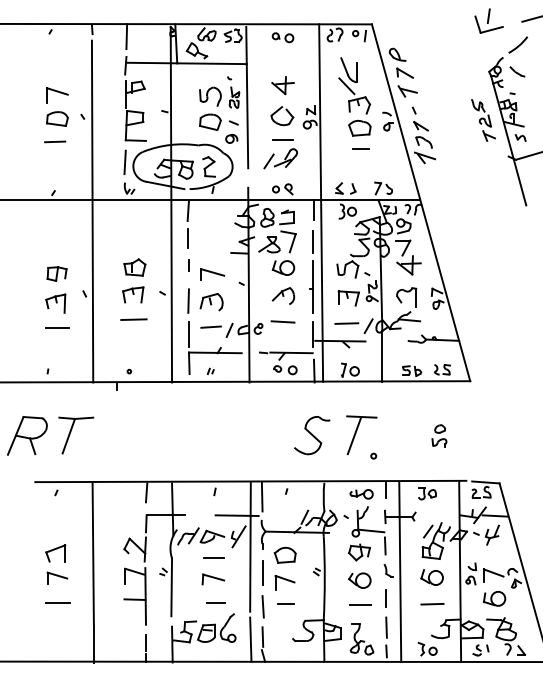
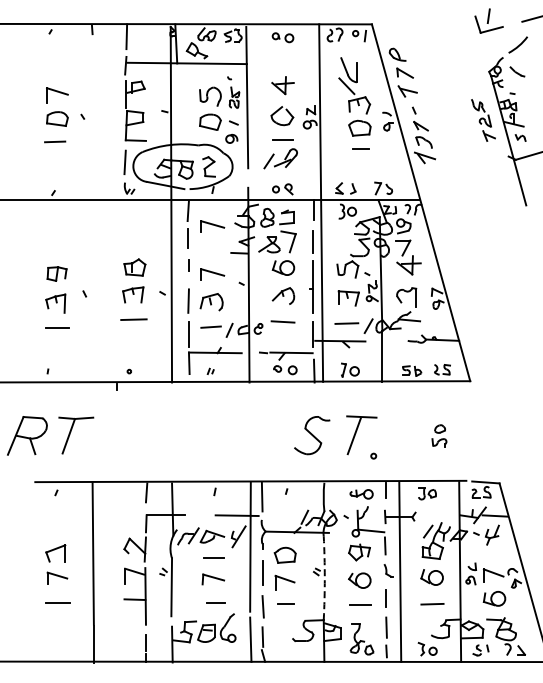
line at (92, 211): present -> none
part at (212, 226): none -> present
arc at (324, 578): solid -> dashed
